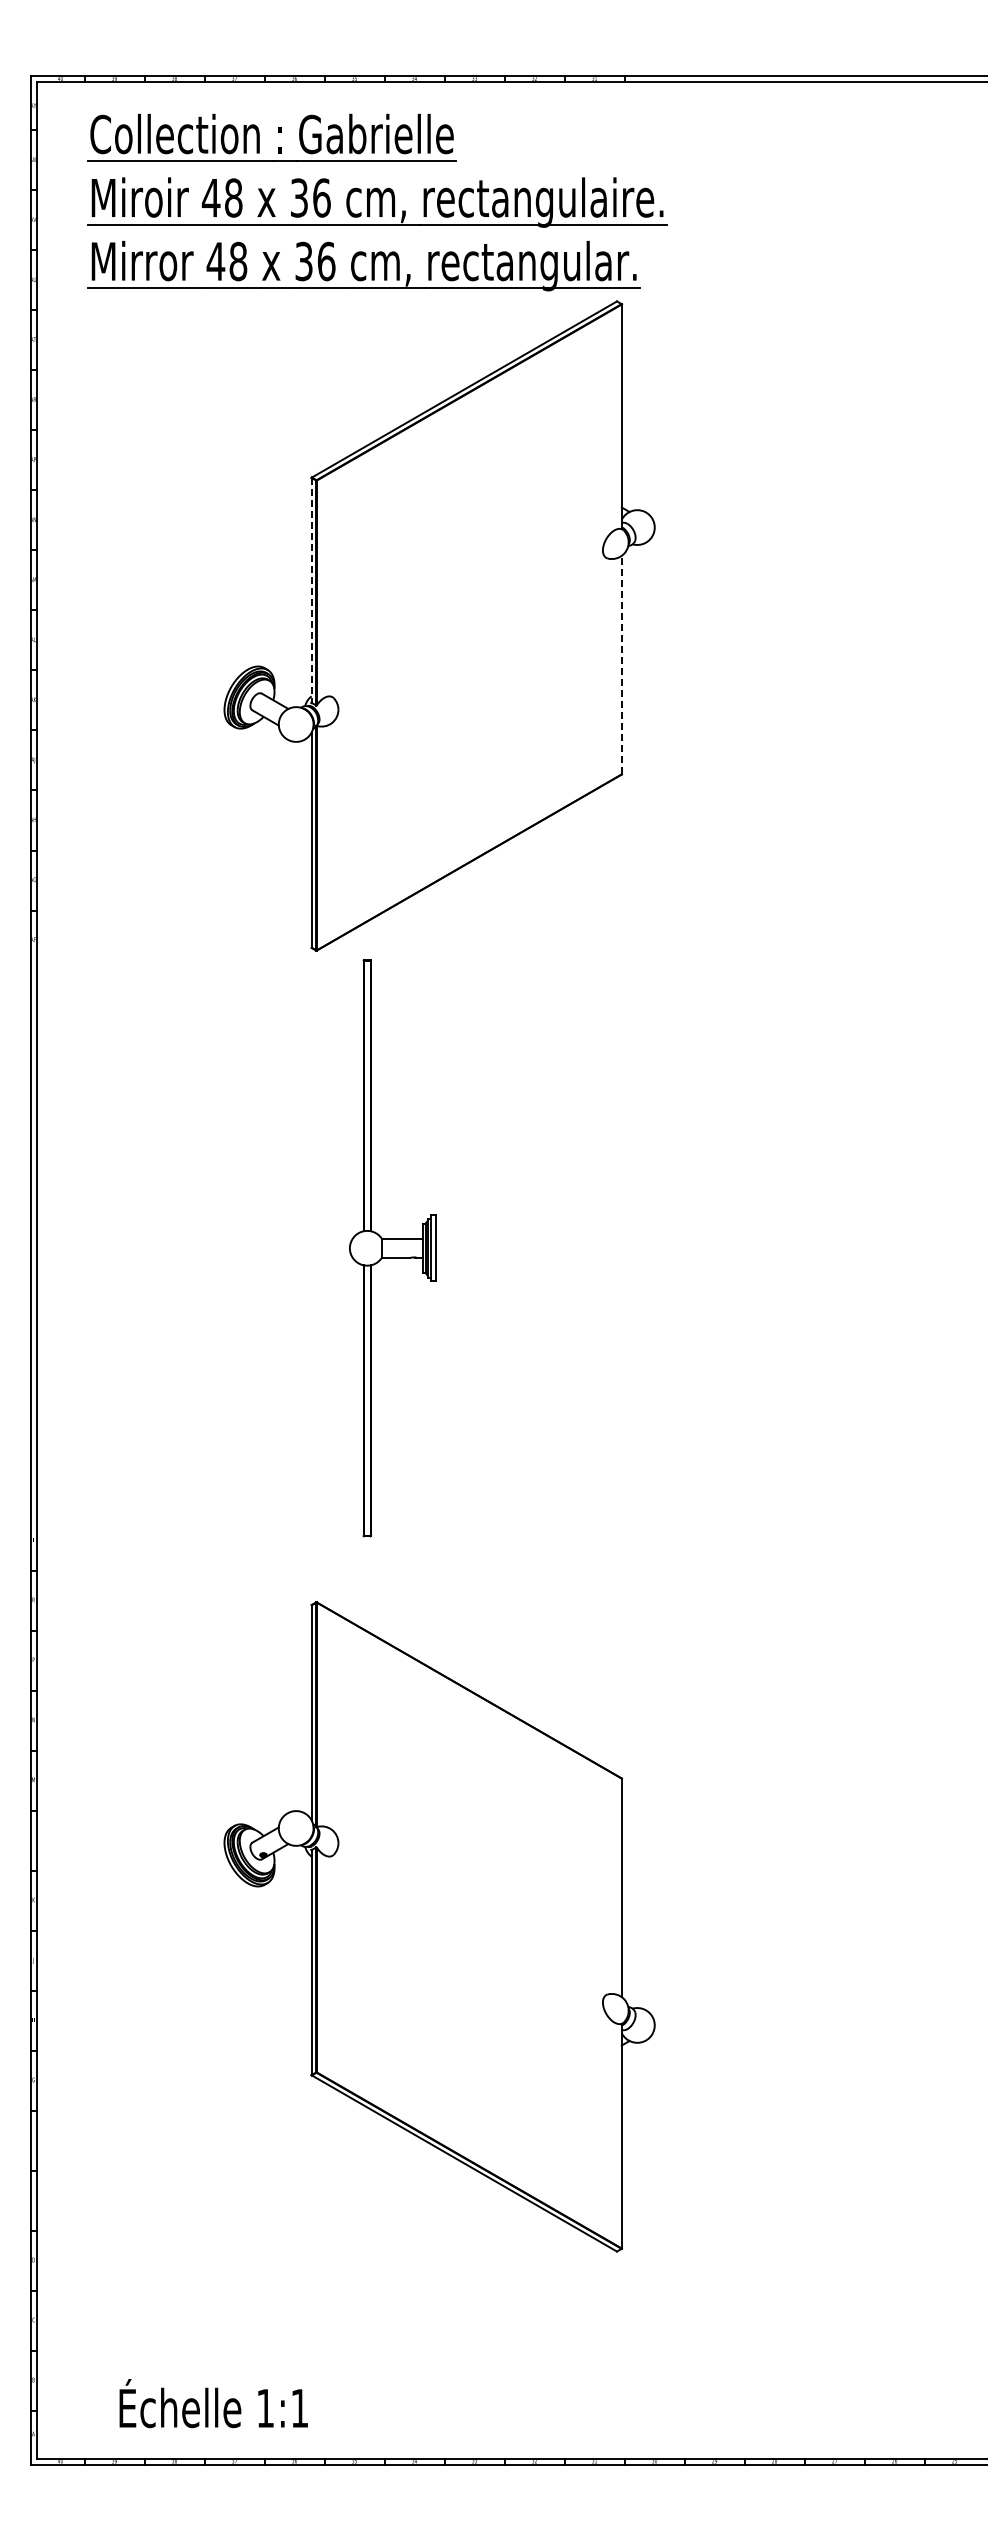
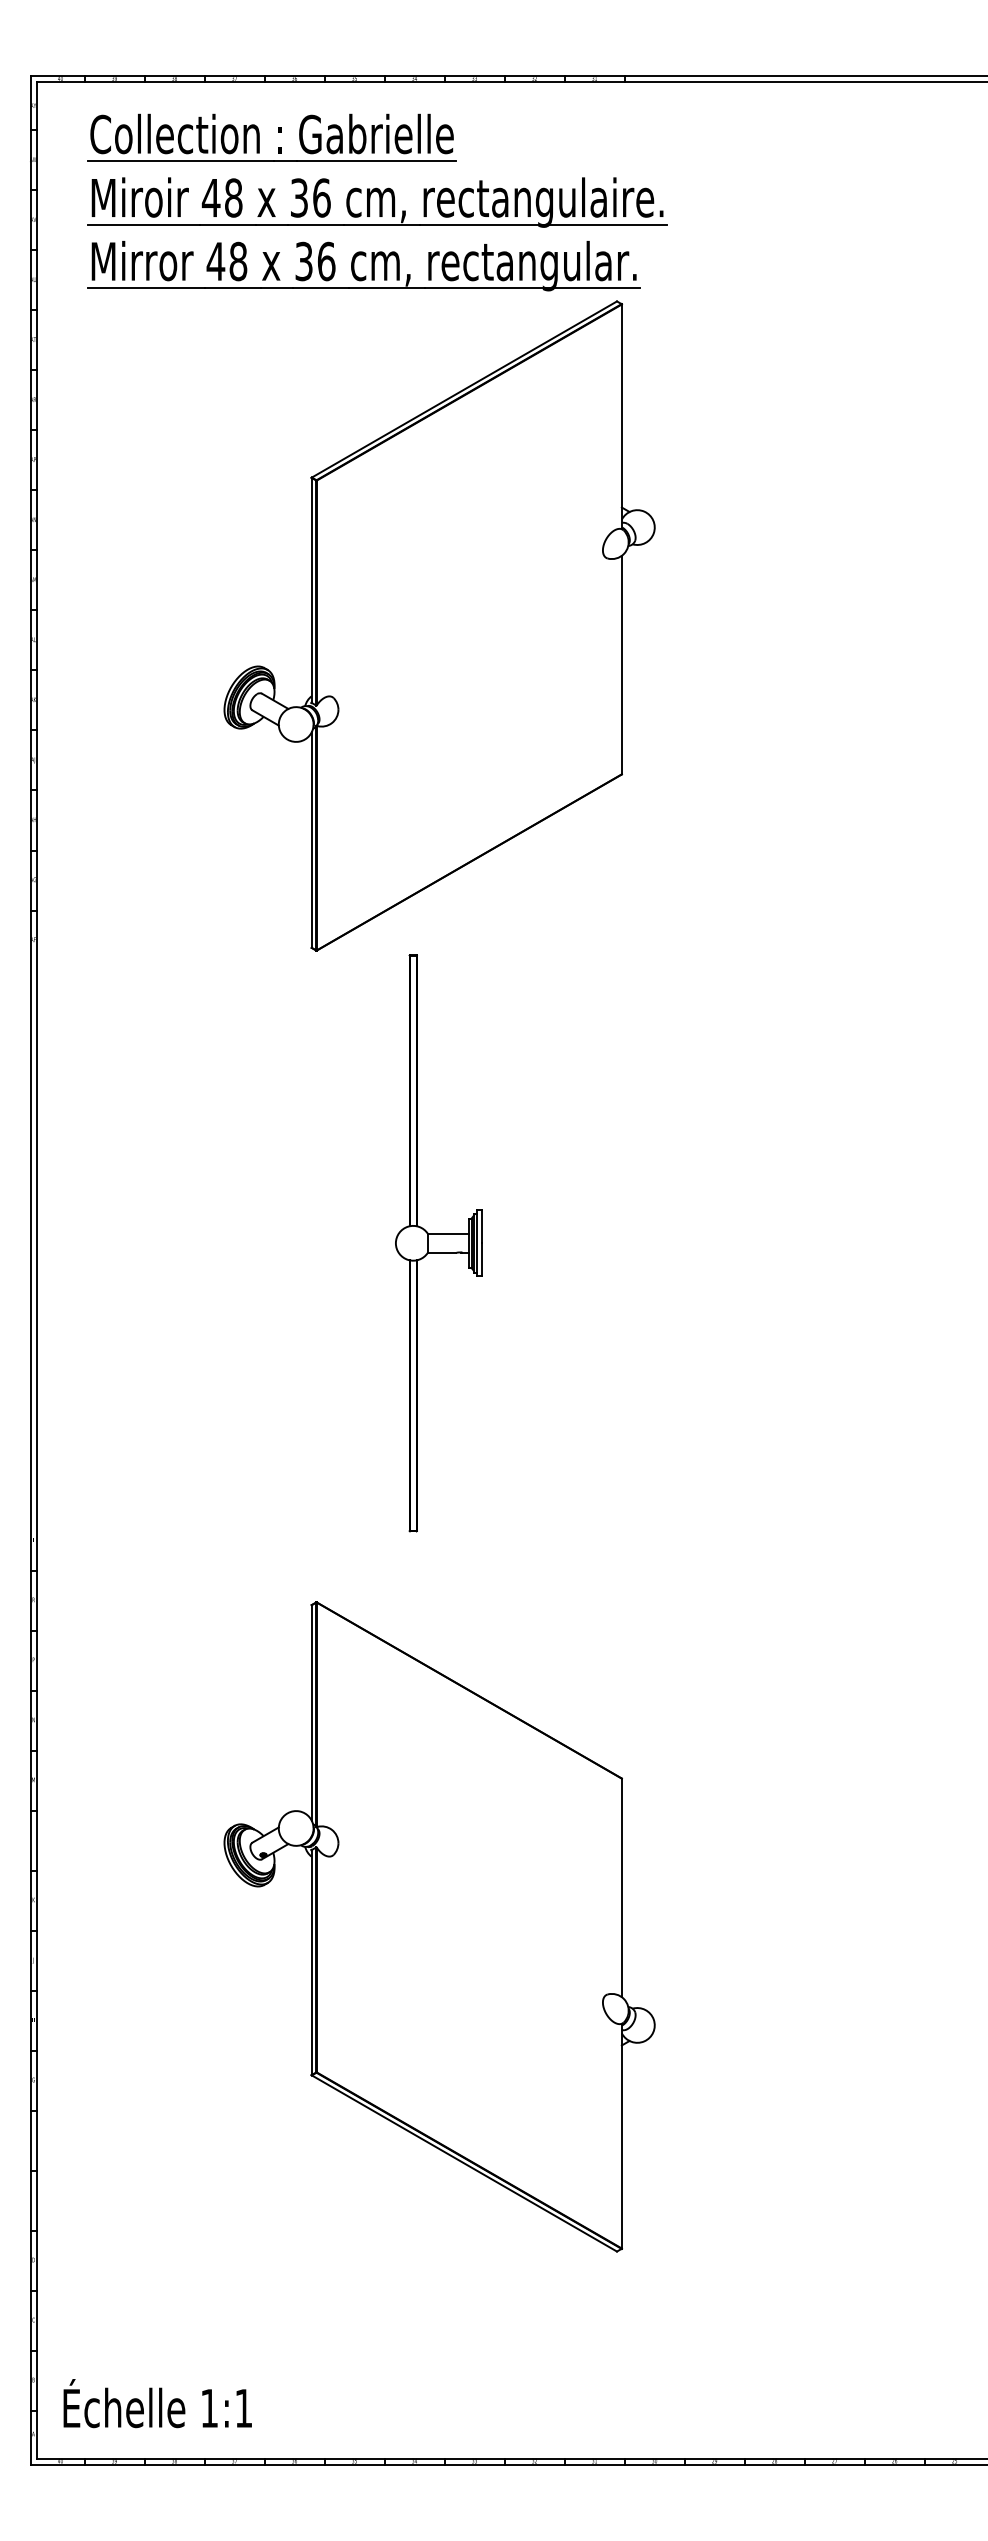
line at (311, 590): dashed -> solid
line at (621, 664): dashed -> solid
part at (392, 1248) position: (392, 1248) -> (438, 1243)
text at (213, 2403) position: (213, 2403) -> (157, 2403)
